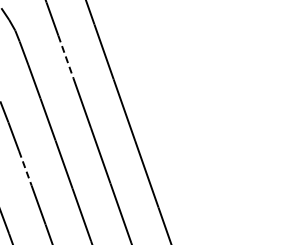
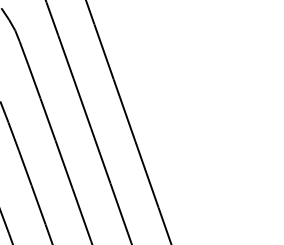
line at (65, 56): dashed -> solid
line at (25, 168): dashed -> solid
